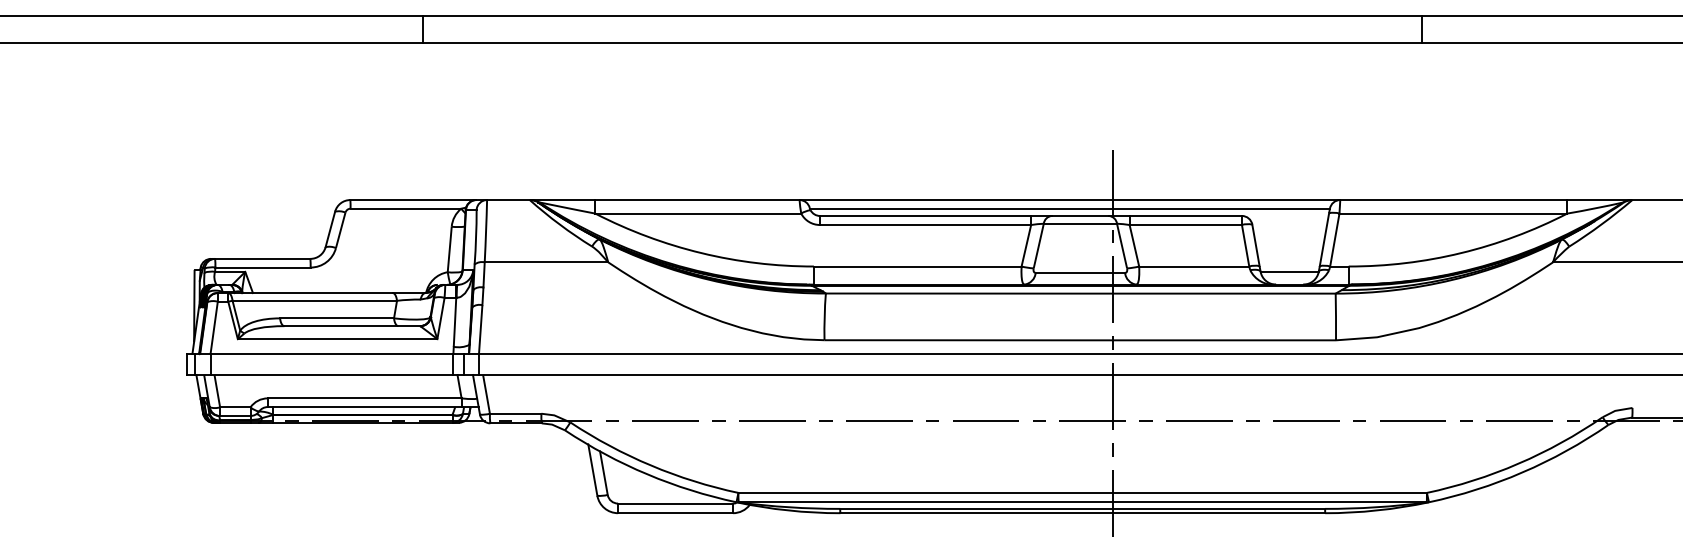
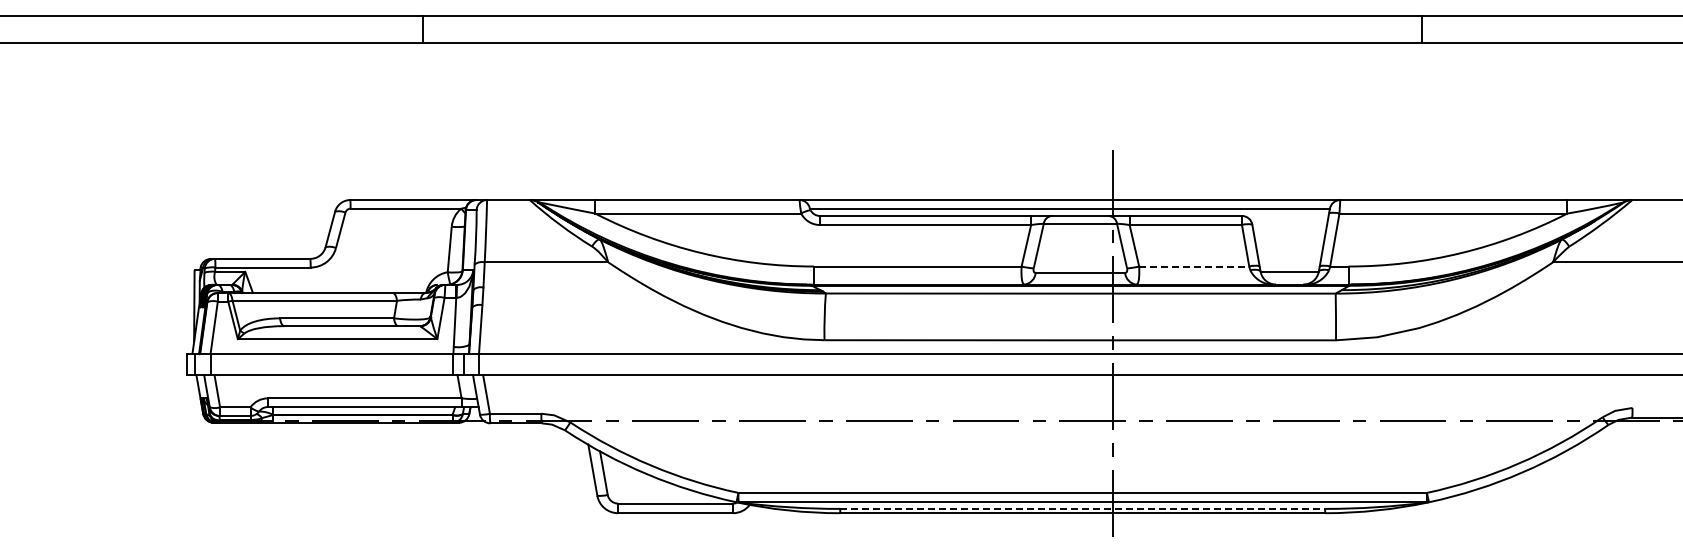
line at (1194, 266): solid -> dashed
line at (1083, 508): solid -> dashed
